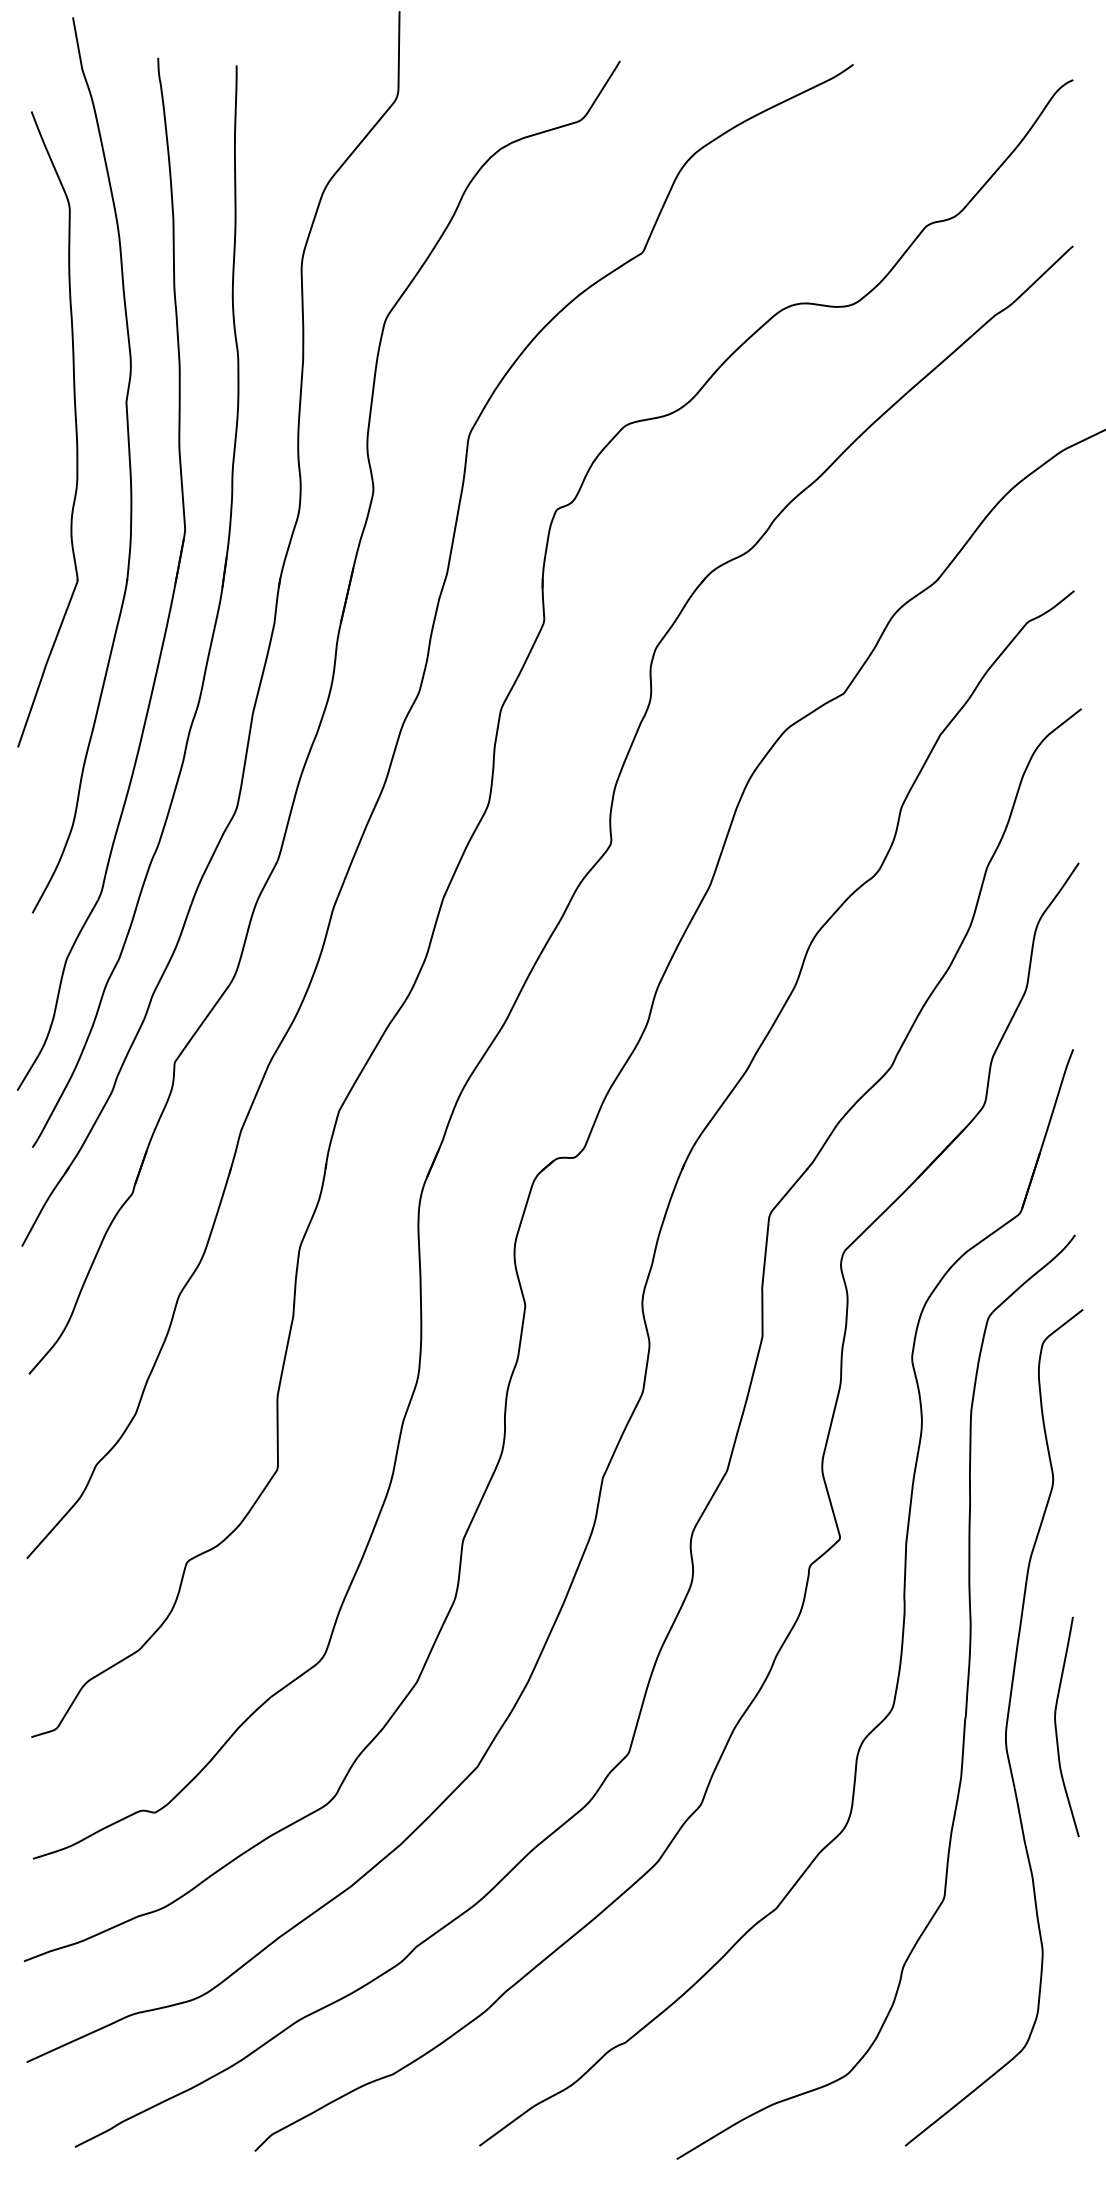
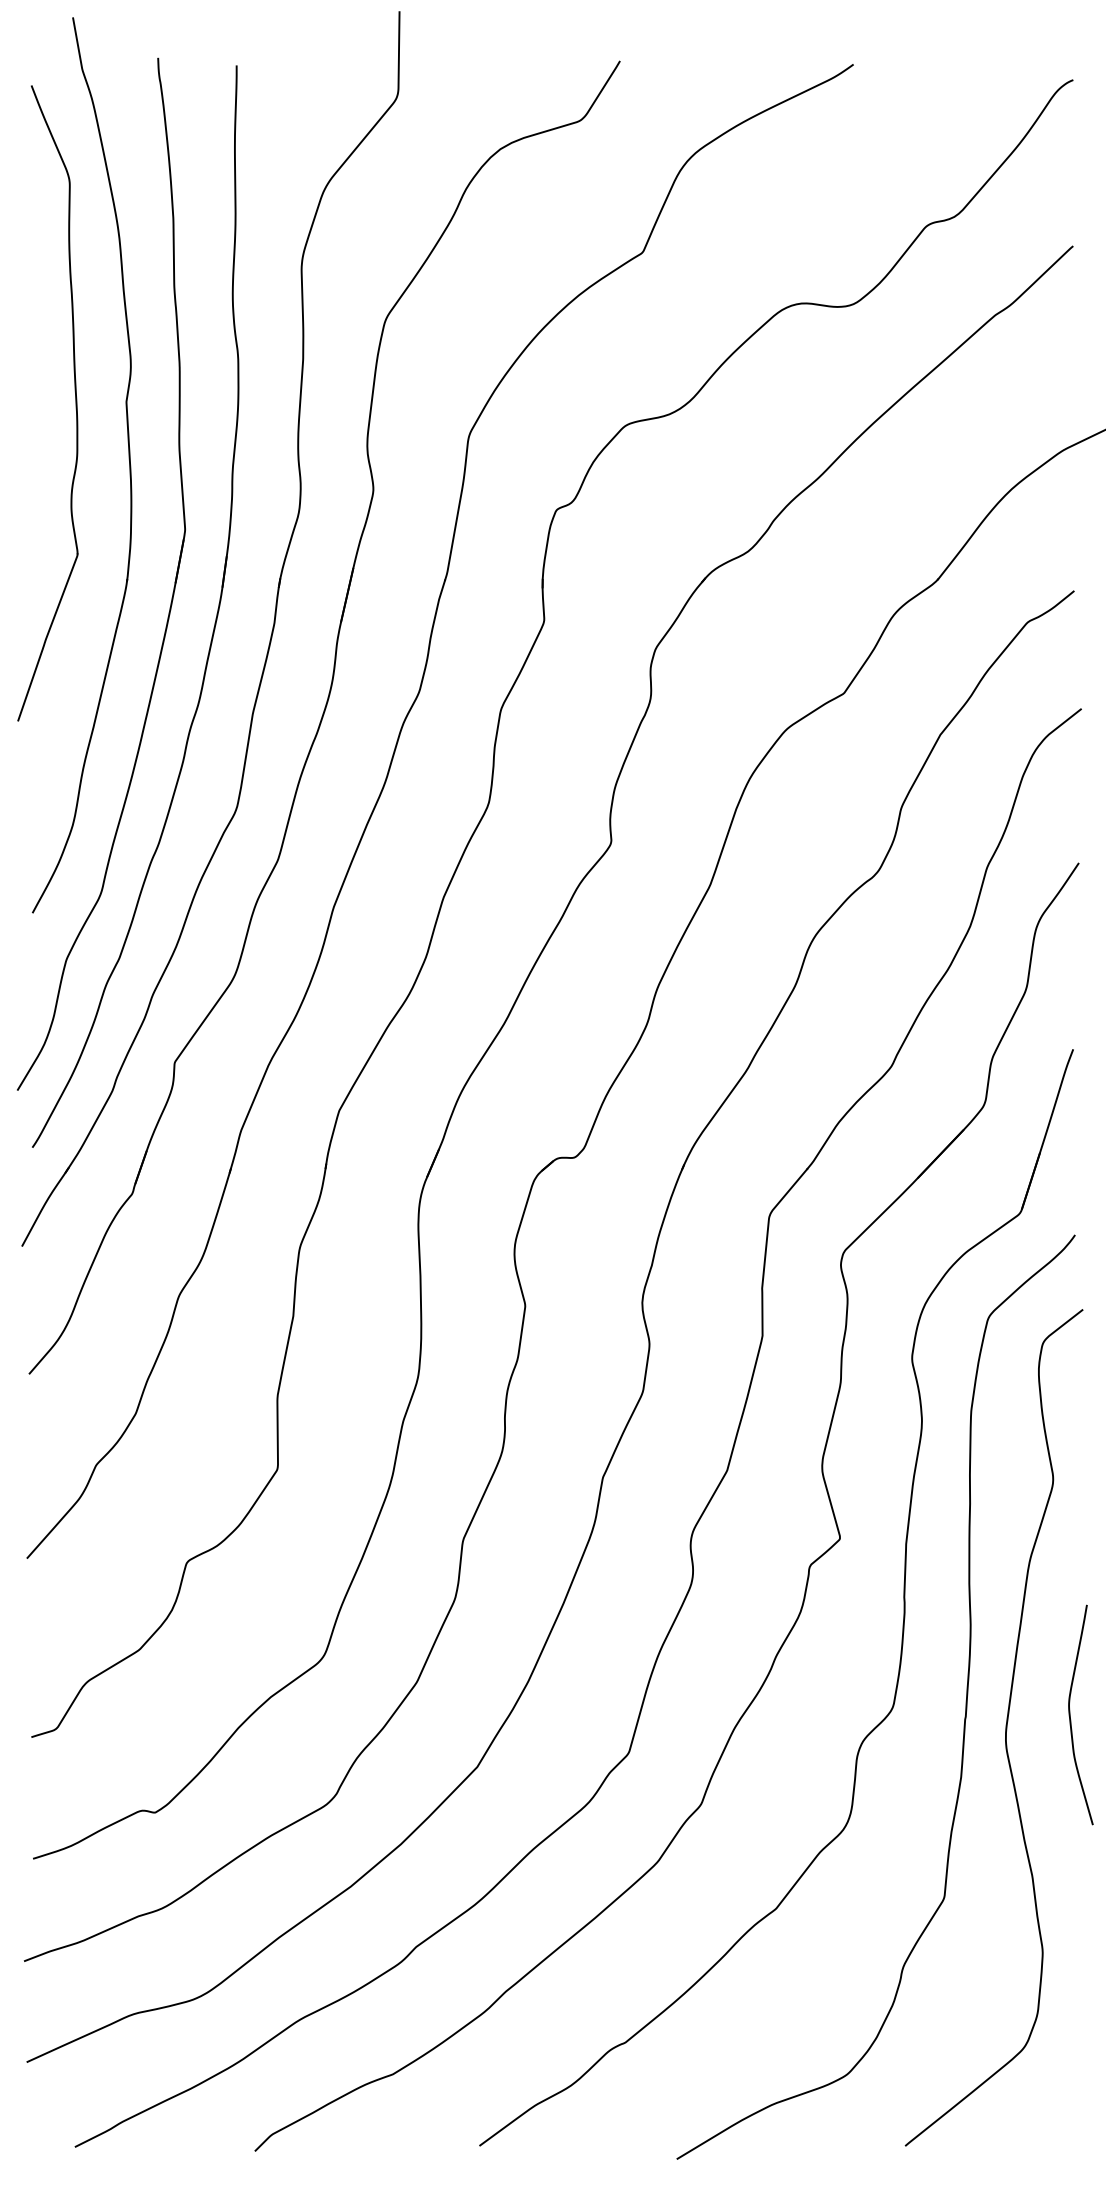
part at (75, 429) position: (75, 429) -> (75, 403)
curve at (1056, 1726) position: (1056, 1726) -> (1070, 1714)
